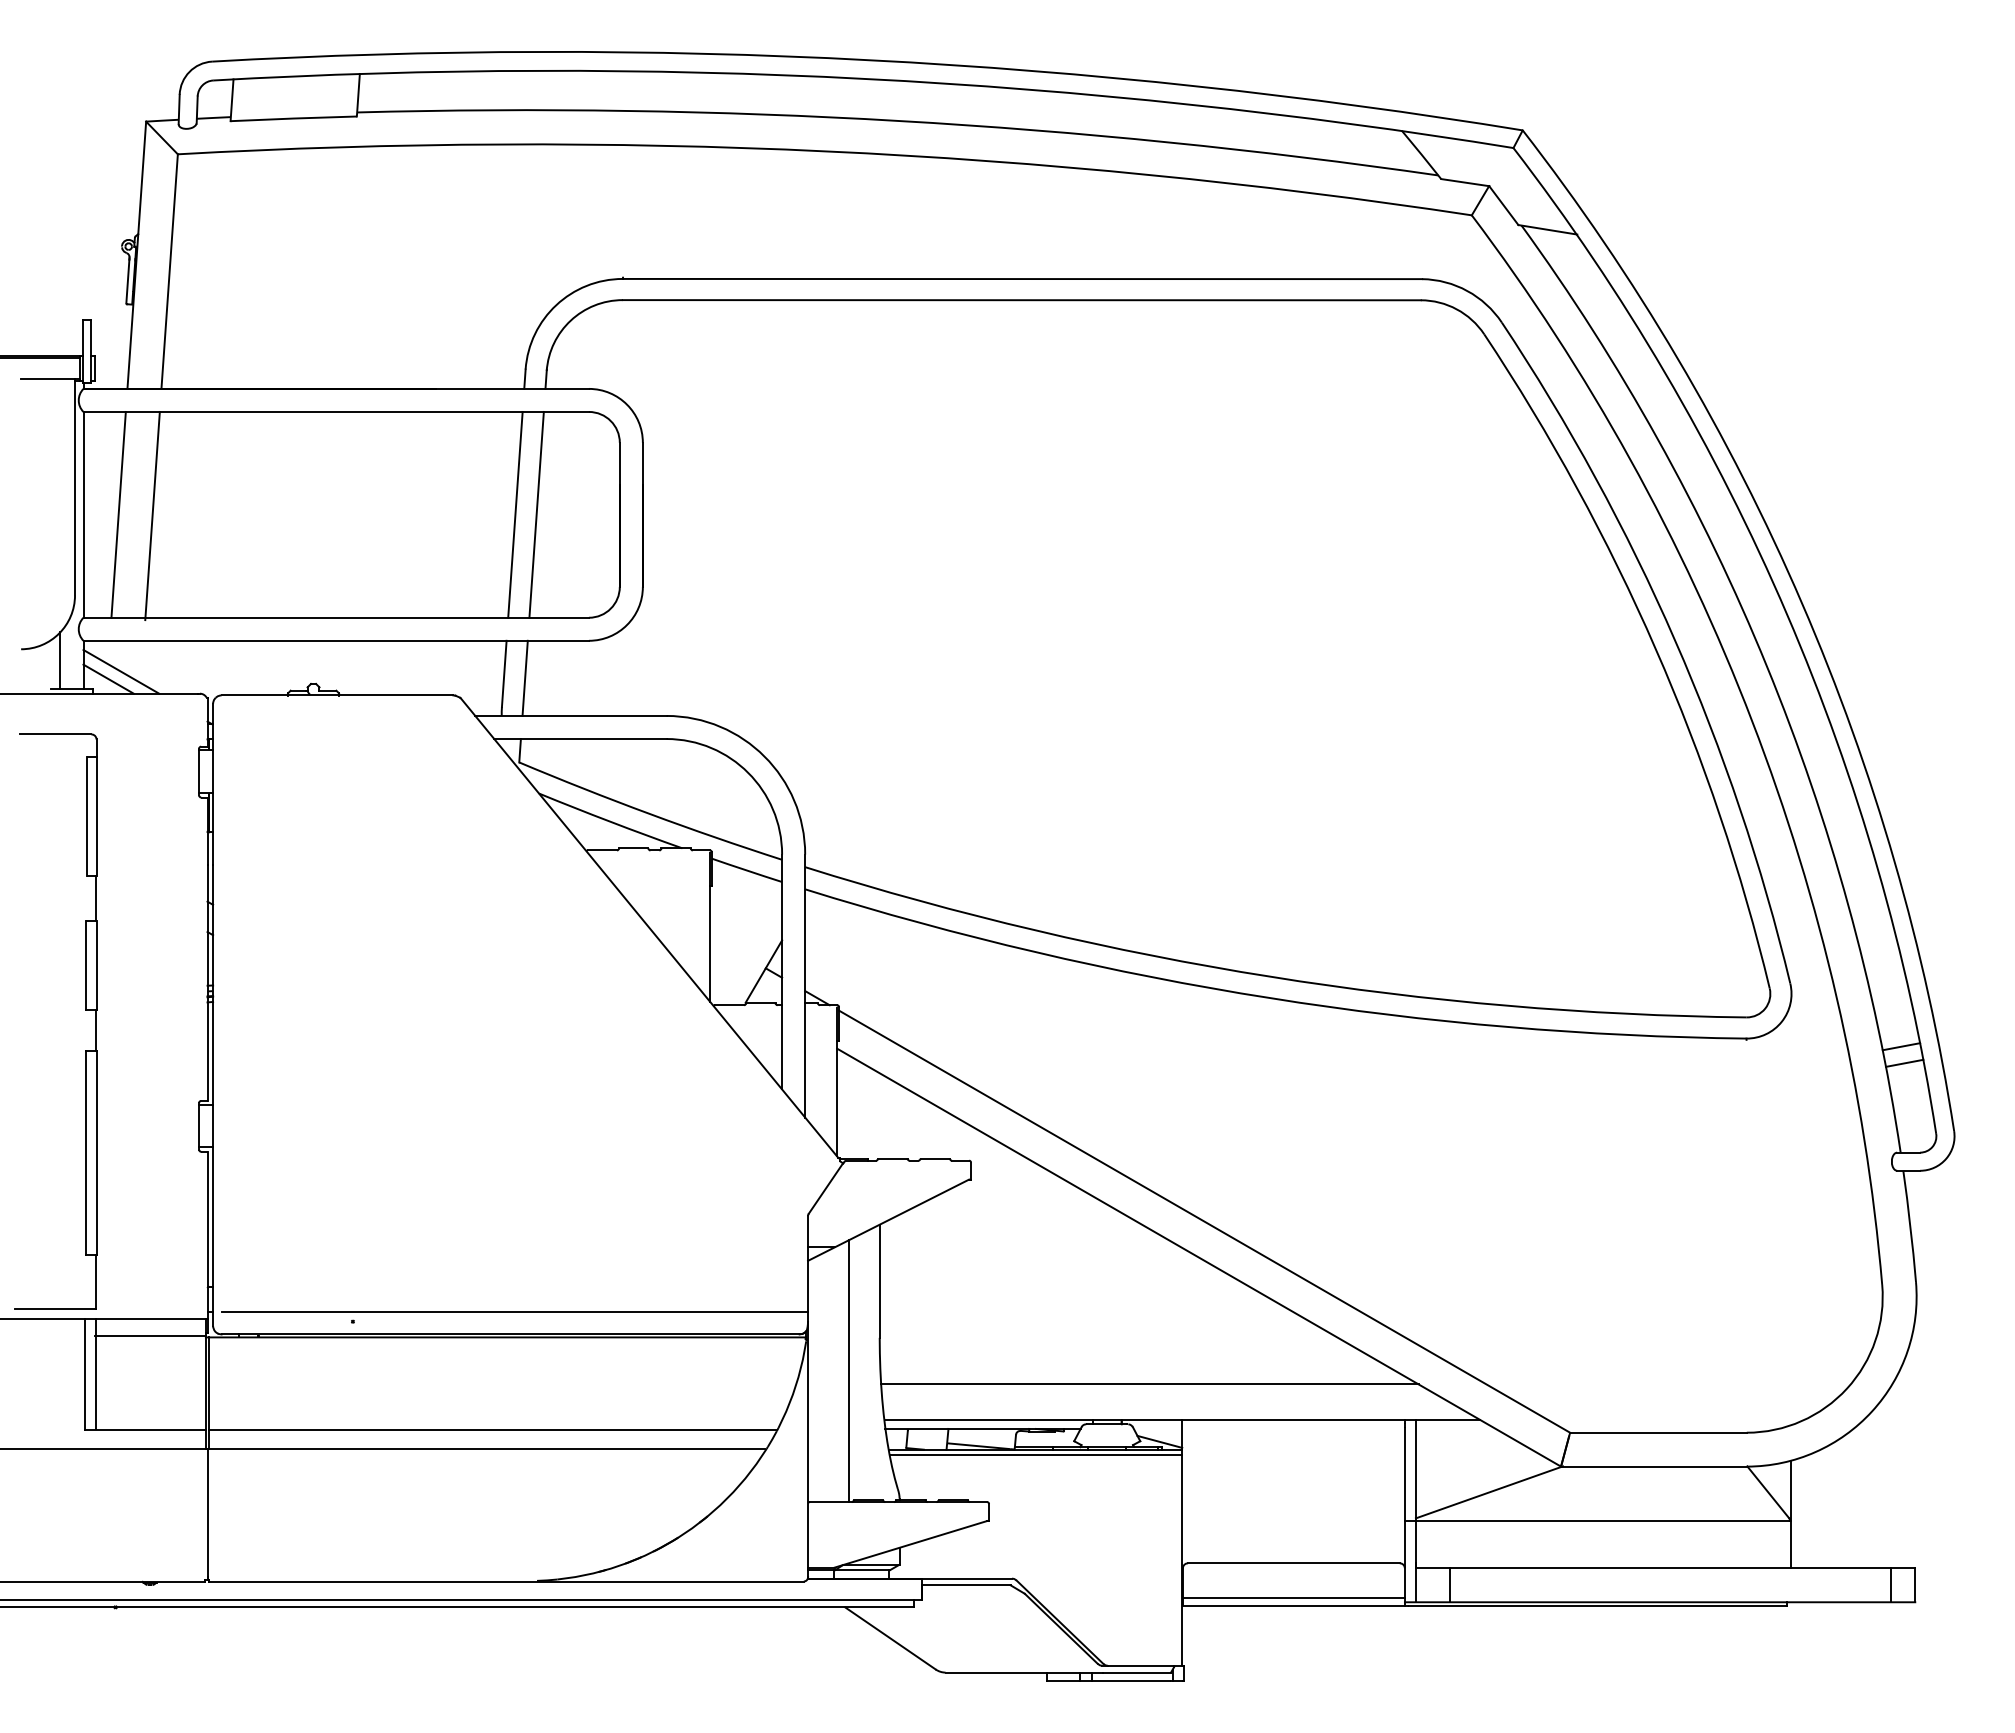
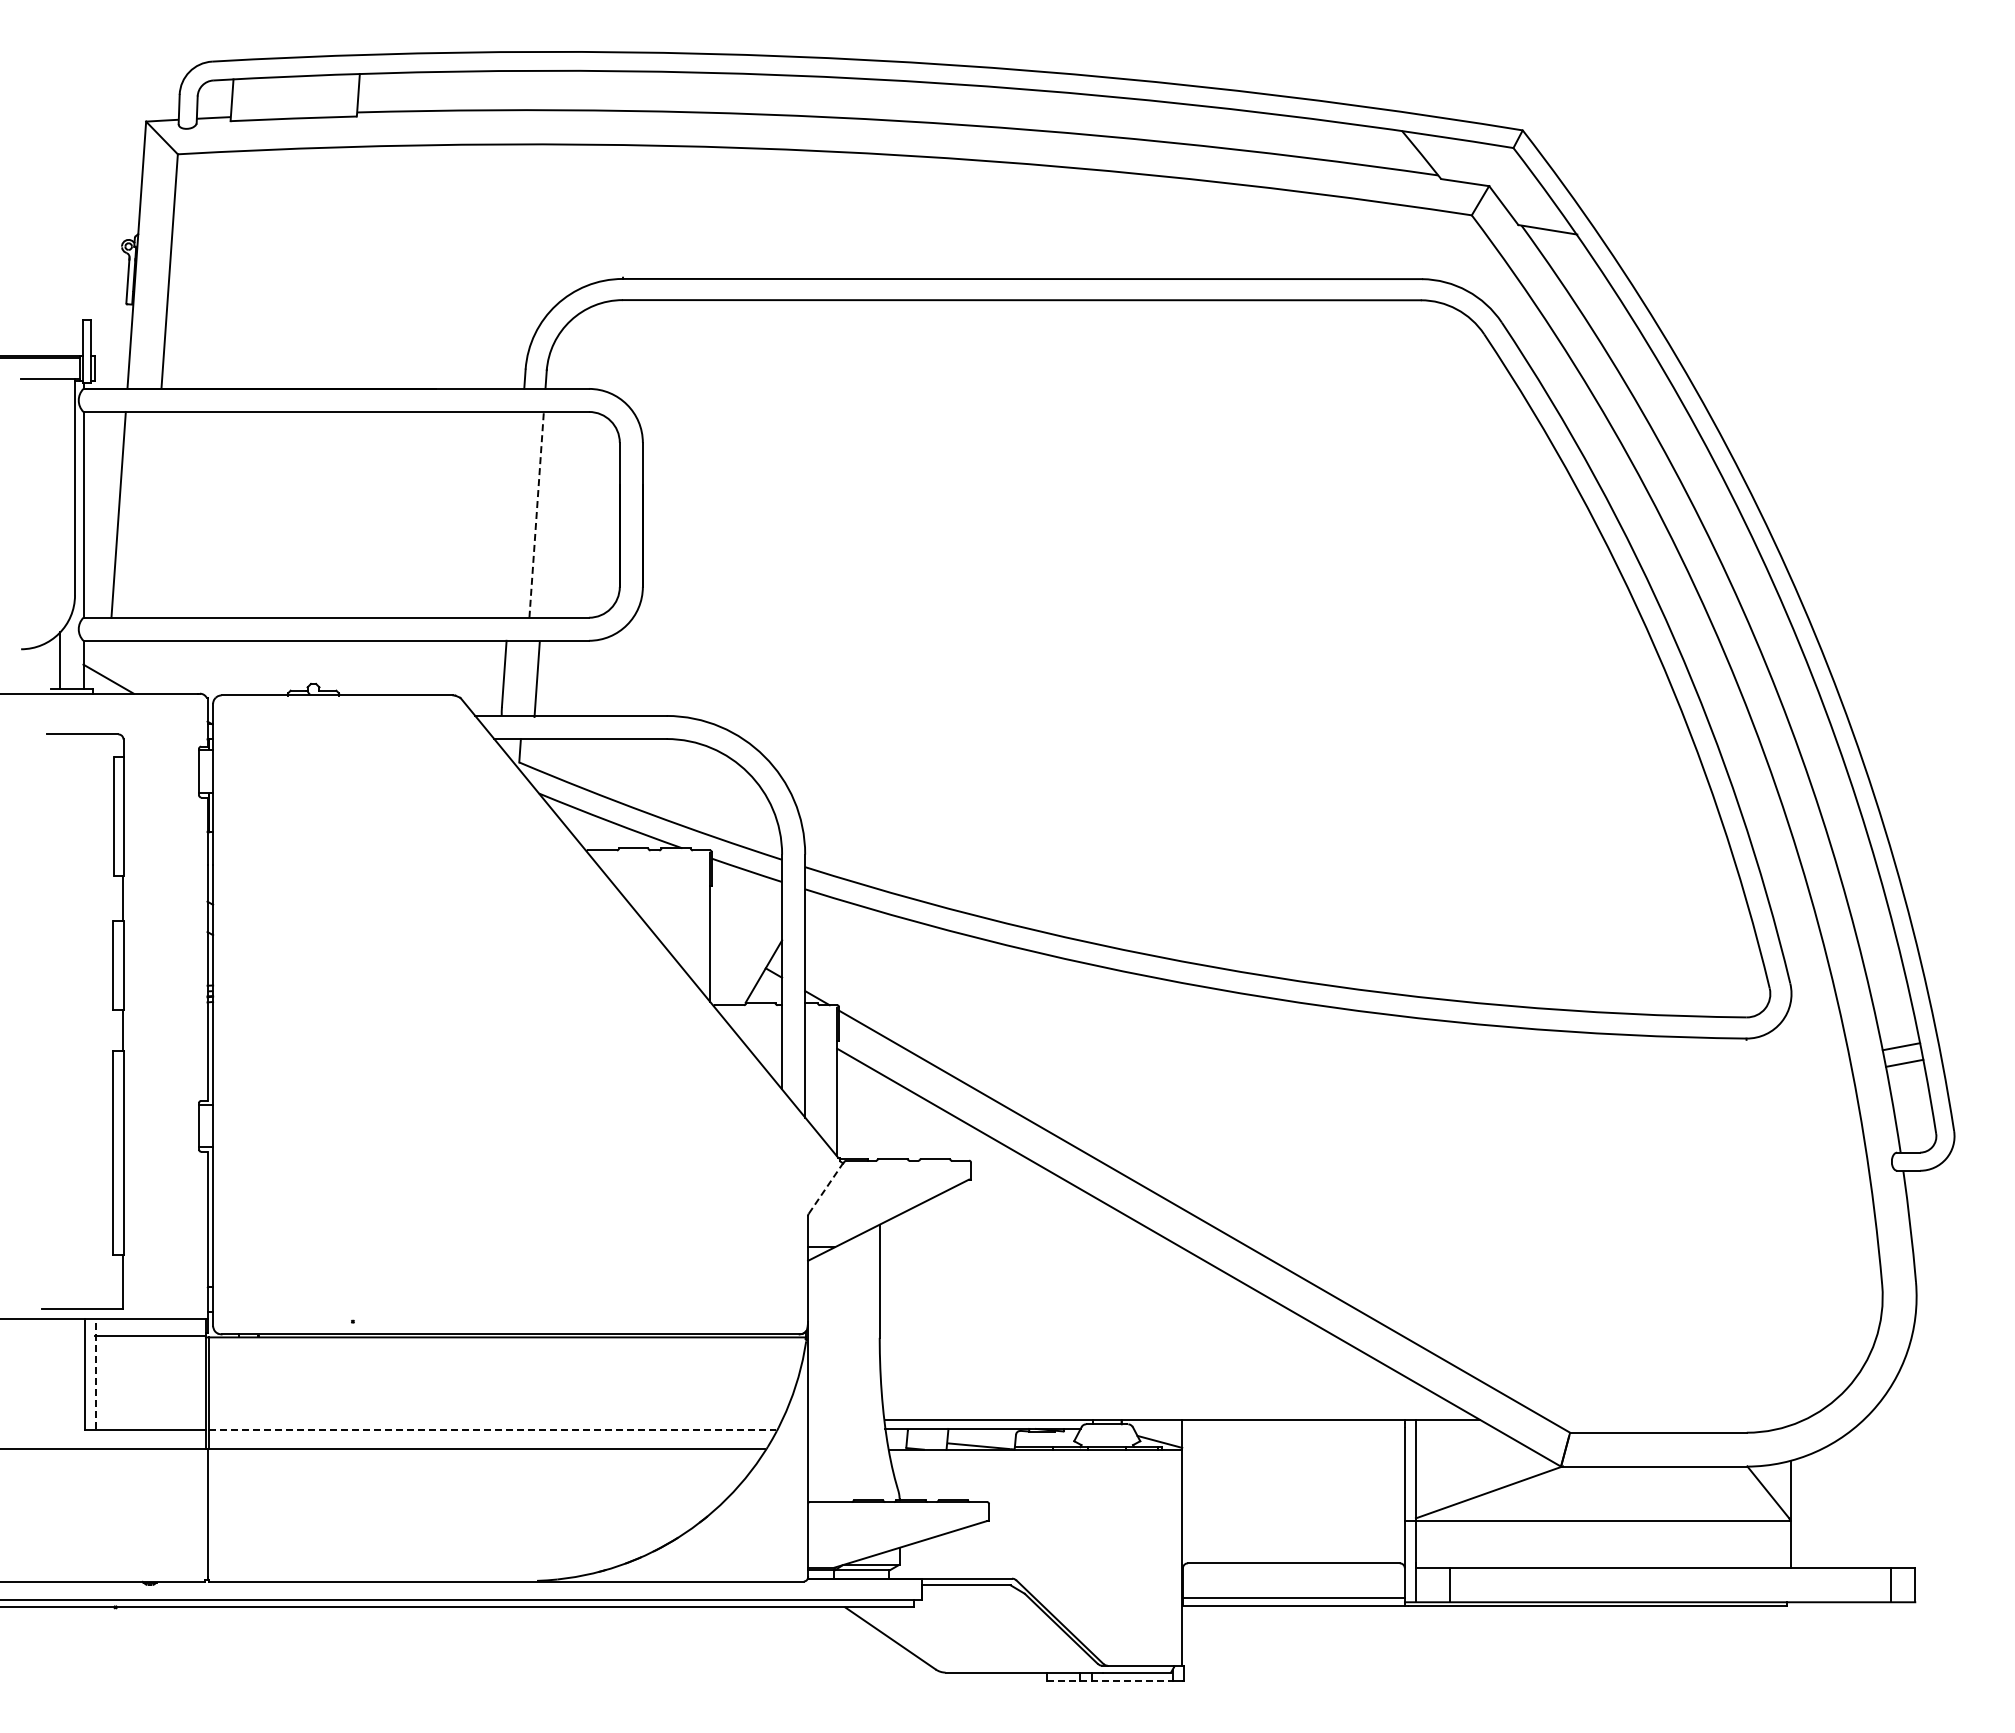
line at (515, 514): present -> none
line at (536, 514): solid -> dashed
line at (152, 515): present -> none
line at (121, 671): present -> none
line at (524, 677) position: (524, 677) -> (536, 678)
part at (85, 1010) position: (85, 1010) -> (112, 1010)
line at (826, 1188): solid -> dashed
line at (514, 1311): present -> none
line at (848, 1371): present -> none
line at (95, 1373): solid -> dashed
line at (1149, 1384): present -> none
line at (493, 1429): solid -> dashed
line at (1035, 1454): present -> none
line at (1108, 1681): solid -> dashed
